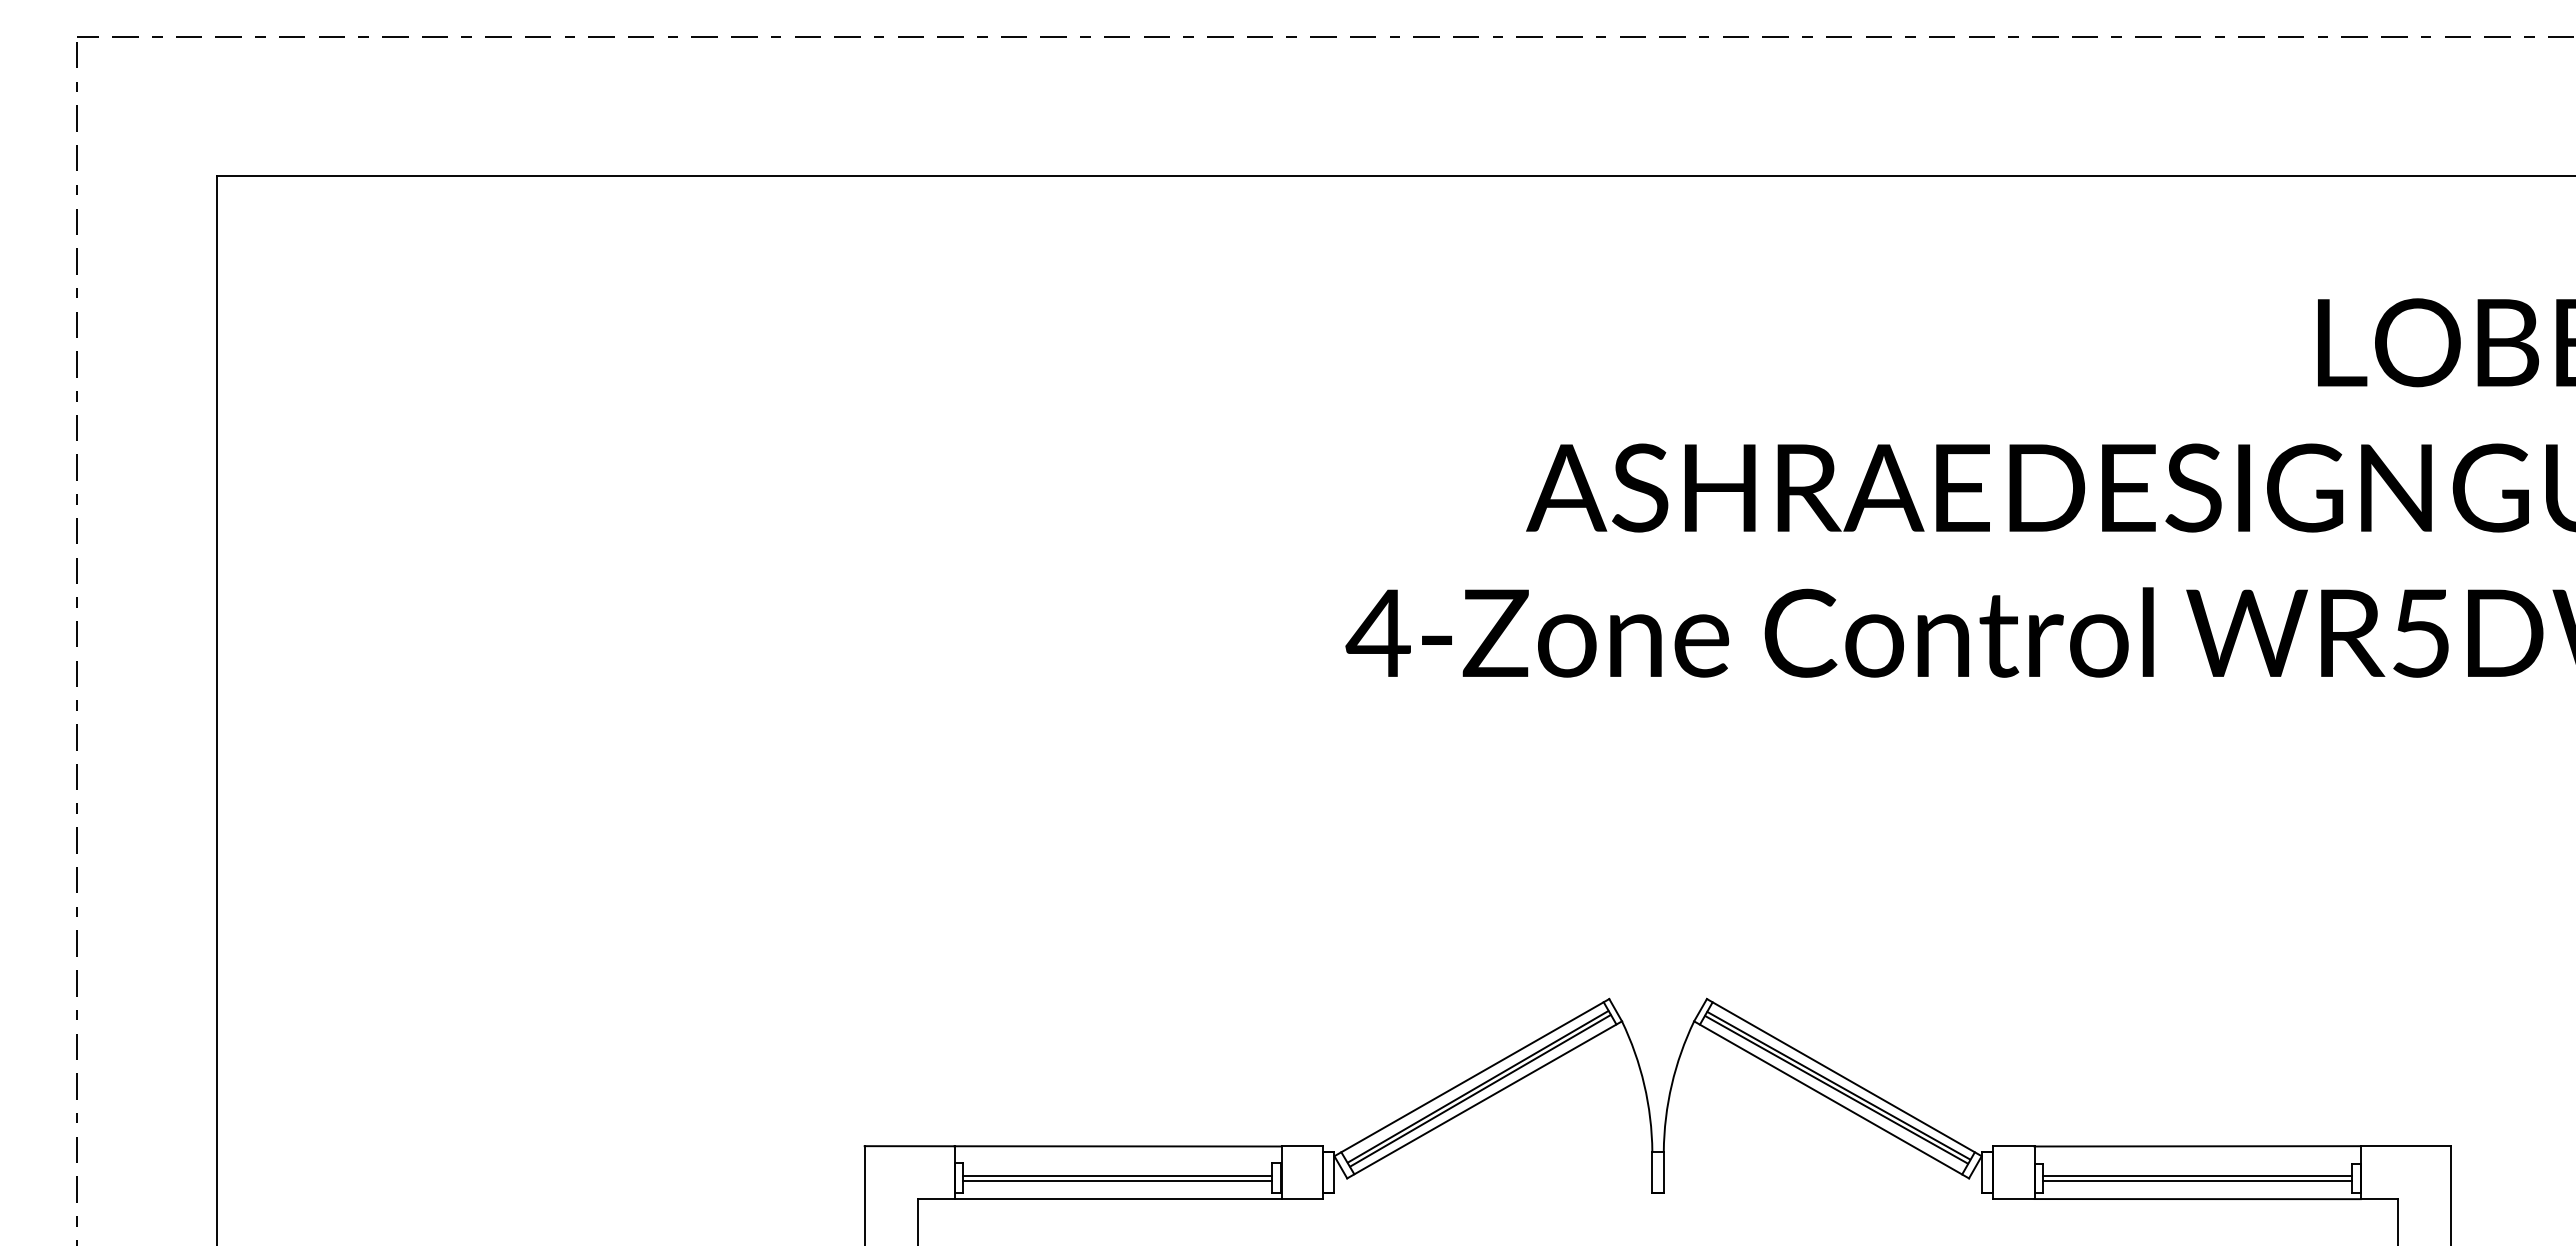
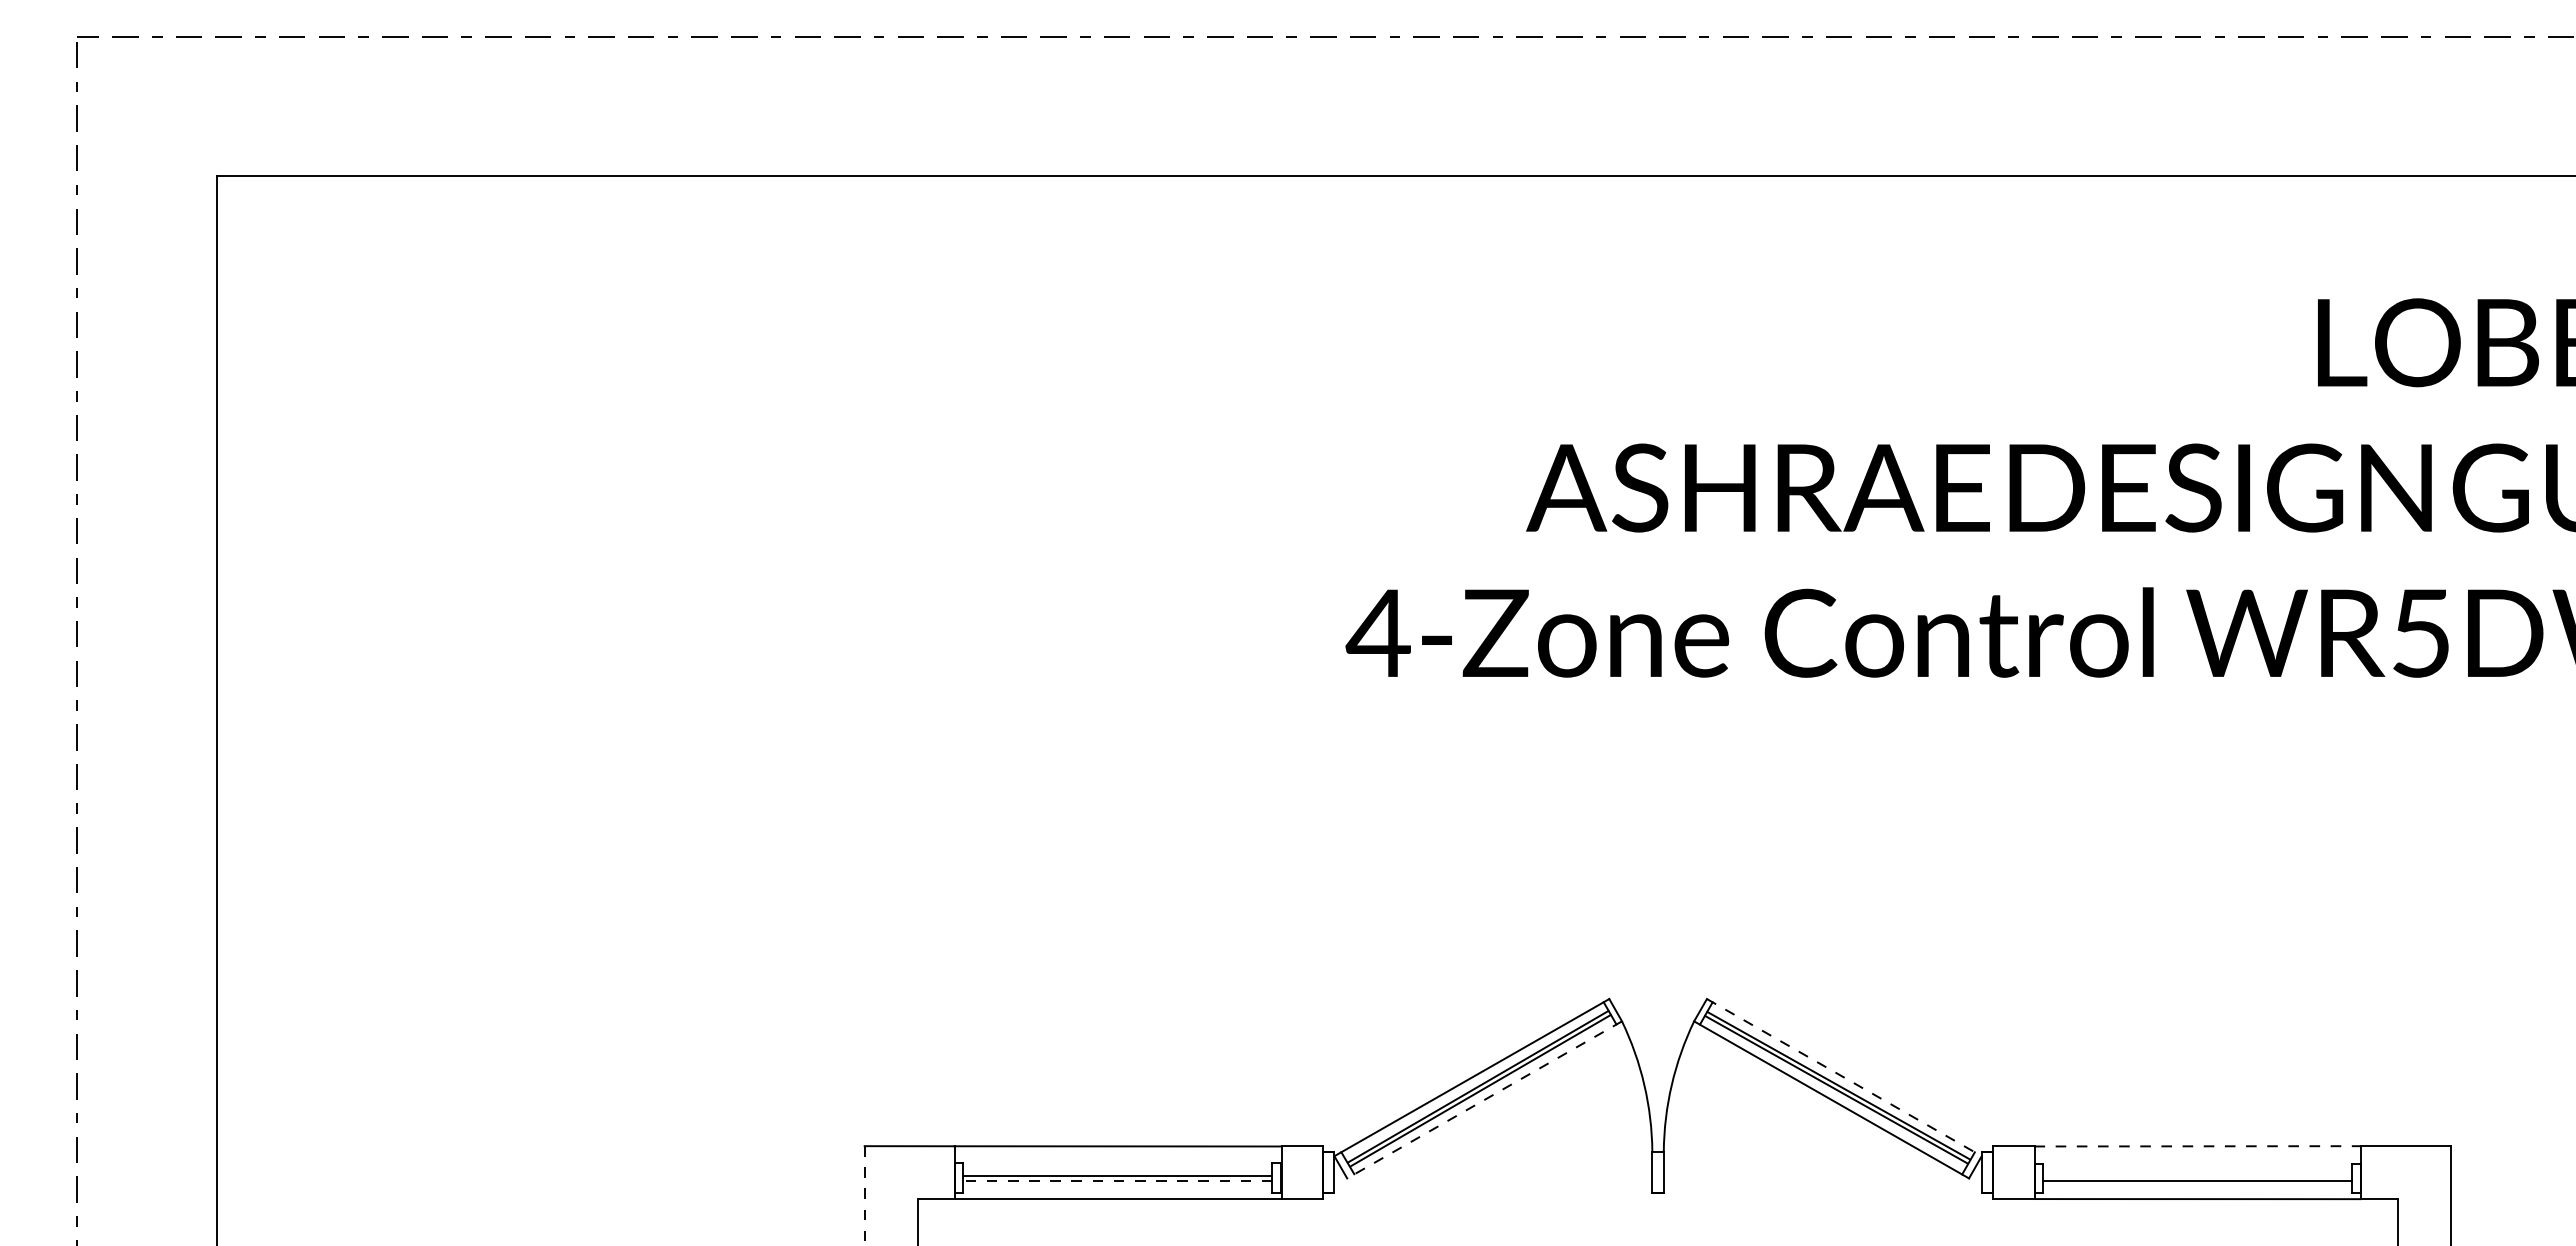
line at (1844, 1077): solid -> dashed
line at (1484, 1100): solid -> dashed
line at (2198, 1146): solid -> dashed
line at (2197, 1175): present -> none
line at (1117, 1180): solid -> dashed
line at (864, 1196): solid -> dashed
